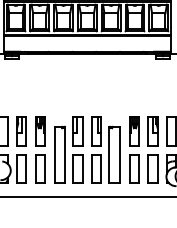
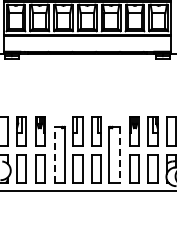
line at (54, 154): solid -> dashed
line at (120, 155): solid -> dashed
line at (87, 197) position: (87, 197) -> (87, 191)
